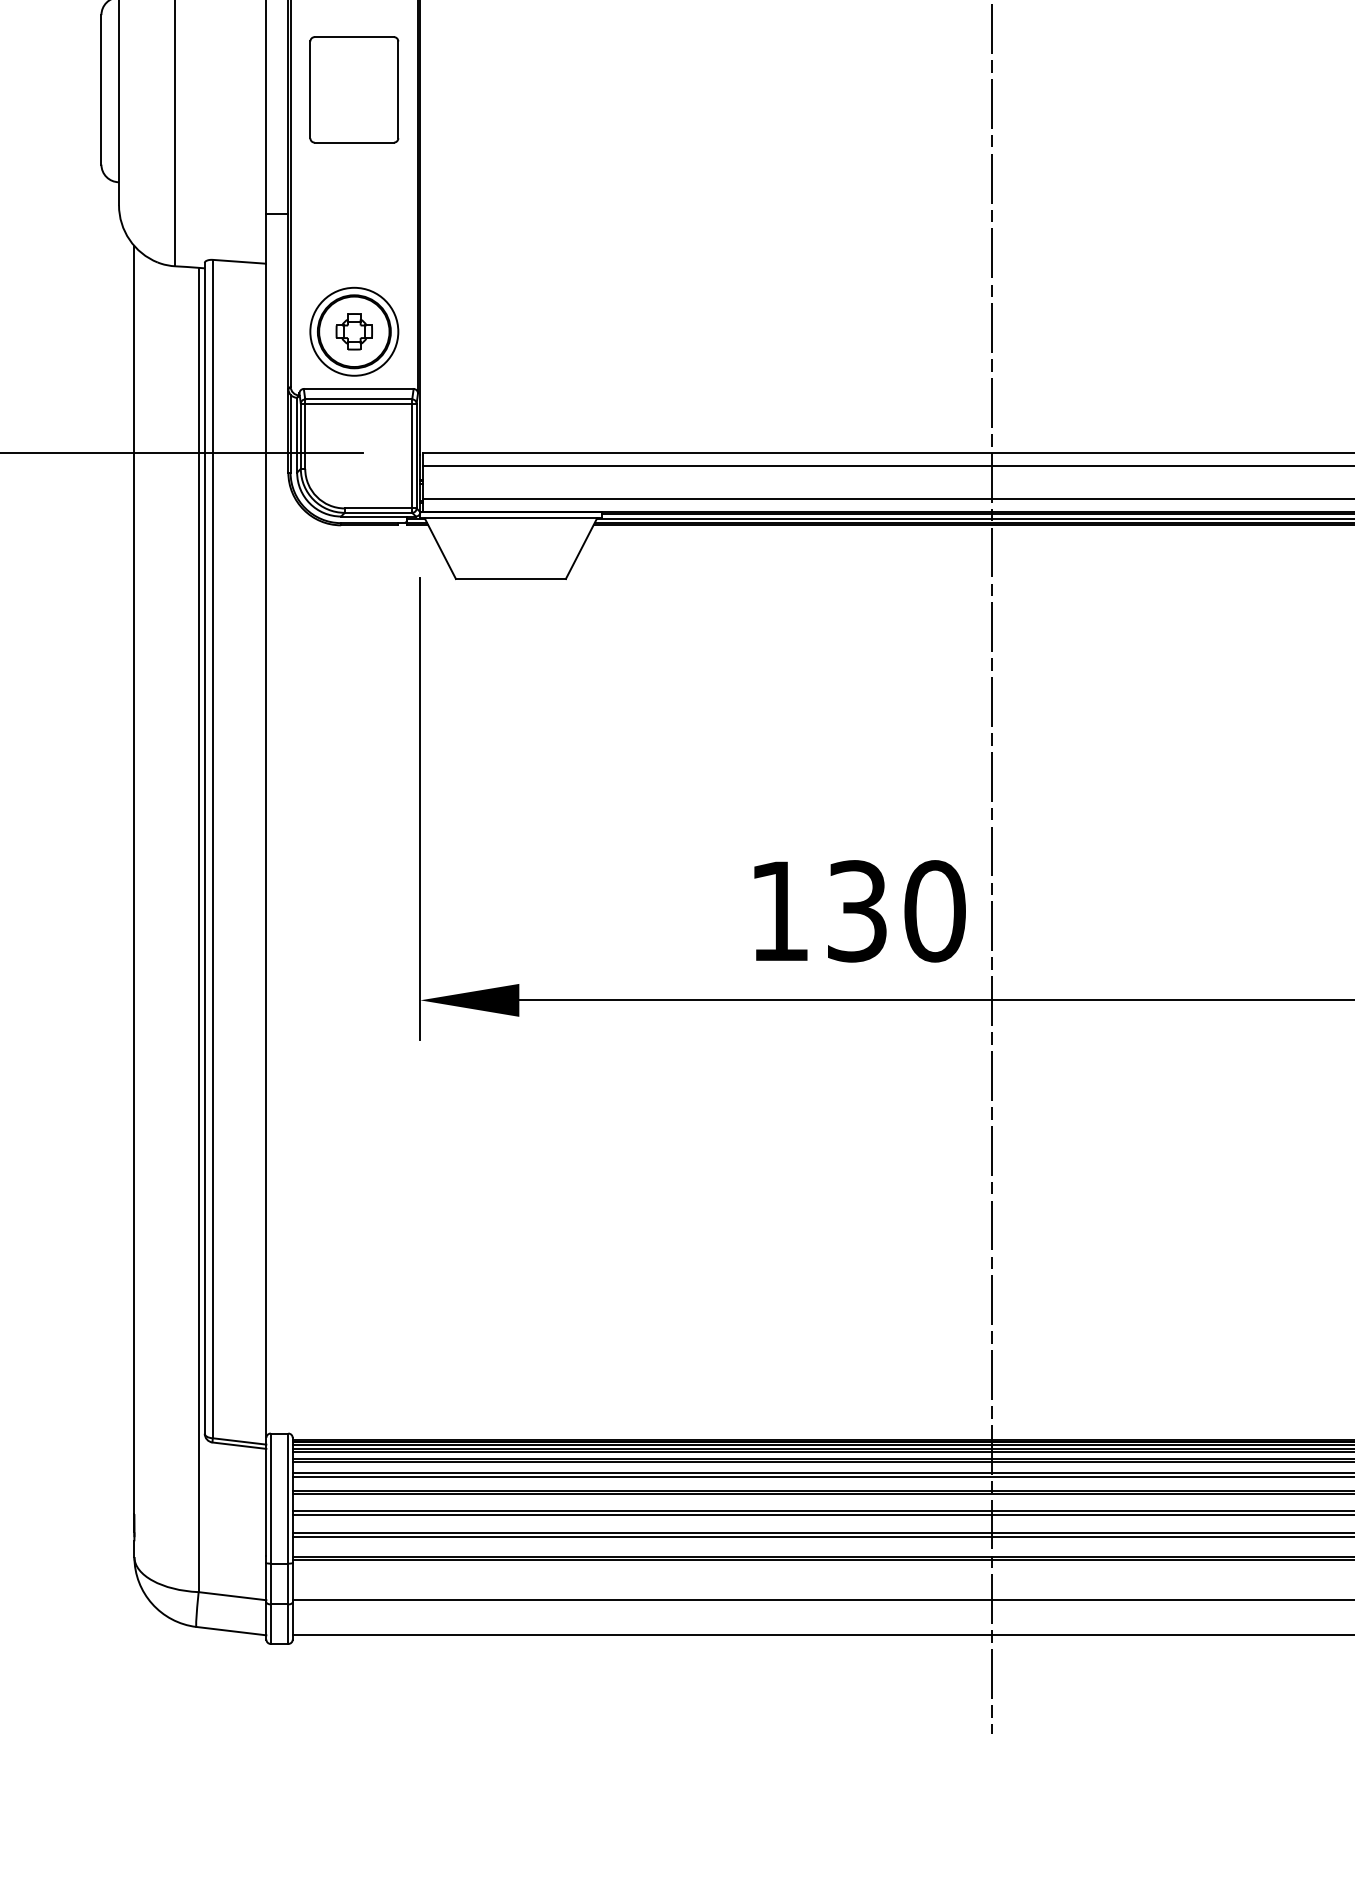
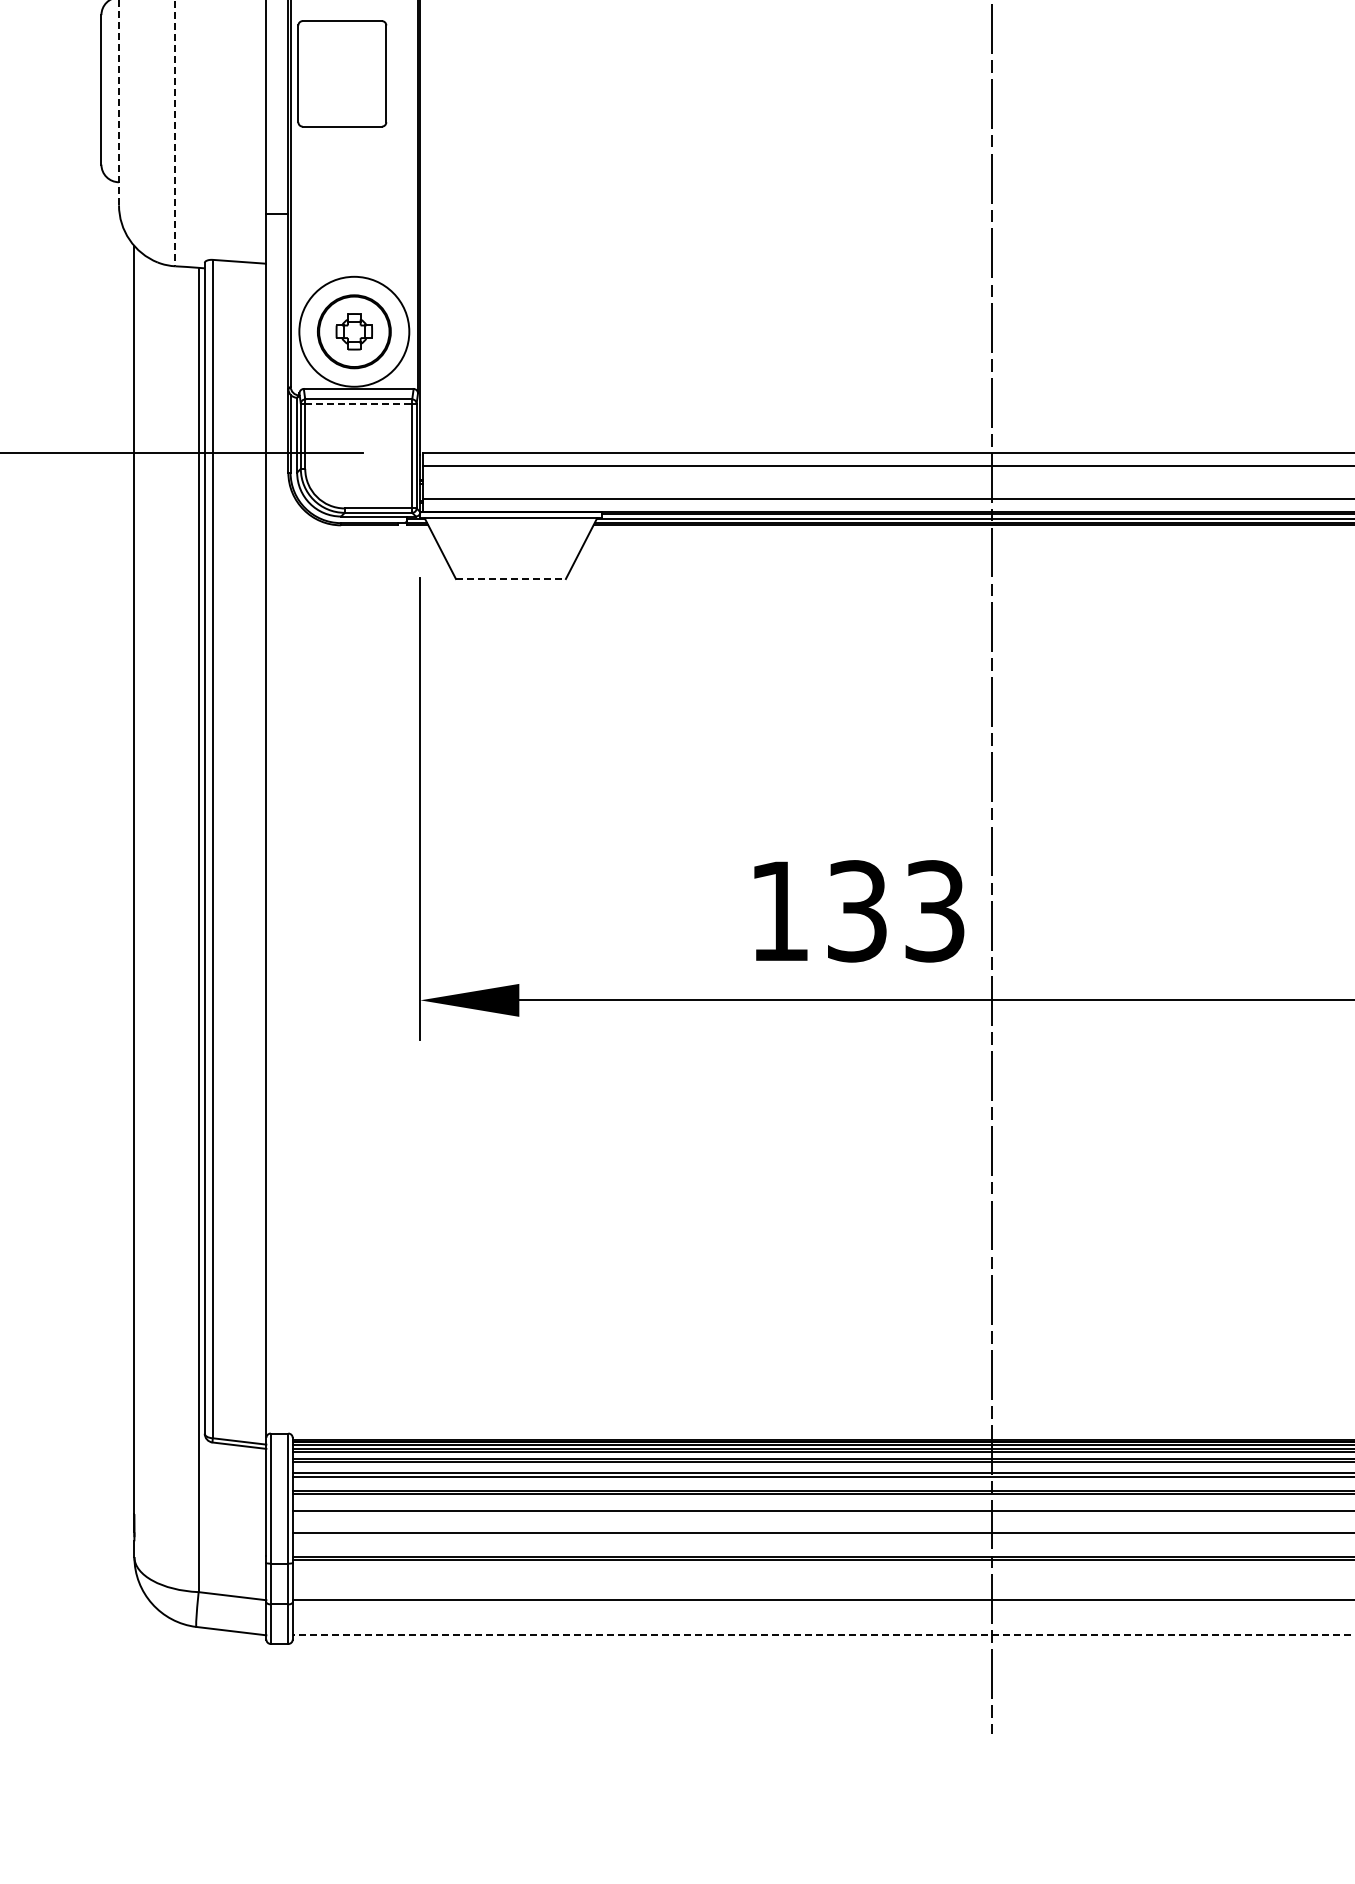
part at (354, 89) position: (354, 89) -> (342, 73)
line at (119, 102): solid -> dashed
line at (175, 133): solid -> dashed
circle at (354, 331) diameter: 88 px -> 110 px
line at (359, 403): solid -> dashed
line at (510, 579): solid -> dashed
text at (934, 911): 130 -> 133
line at (821, 1514): present -> none
line at (821, 1536): present -> none
line at (823, 1635): solid -> dashed
